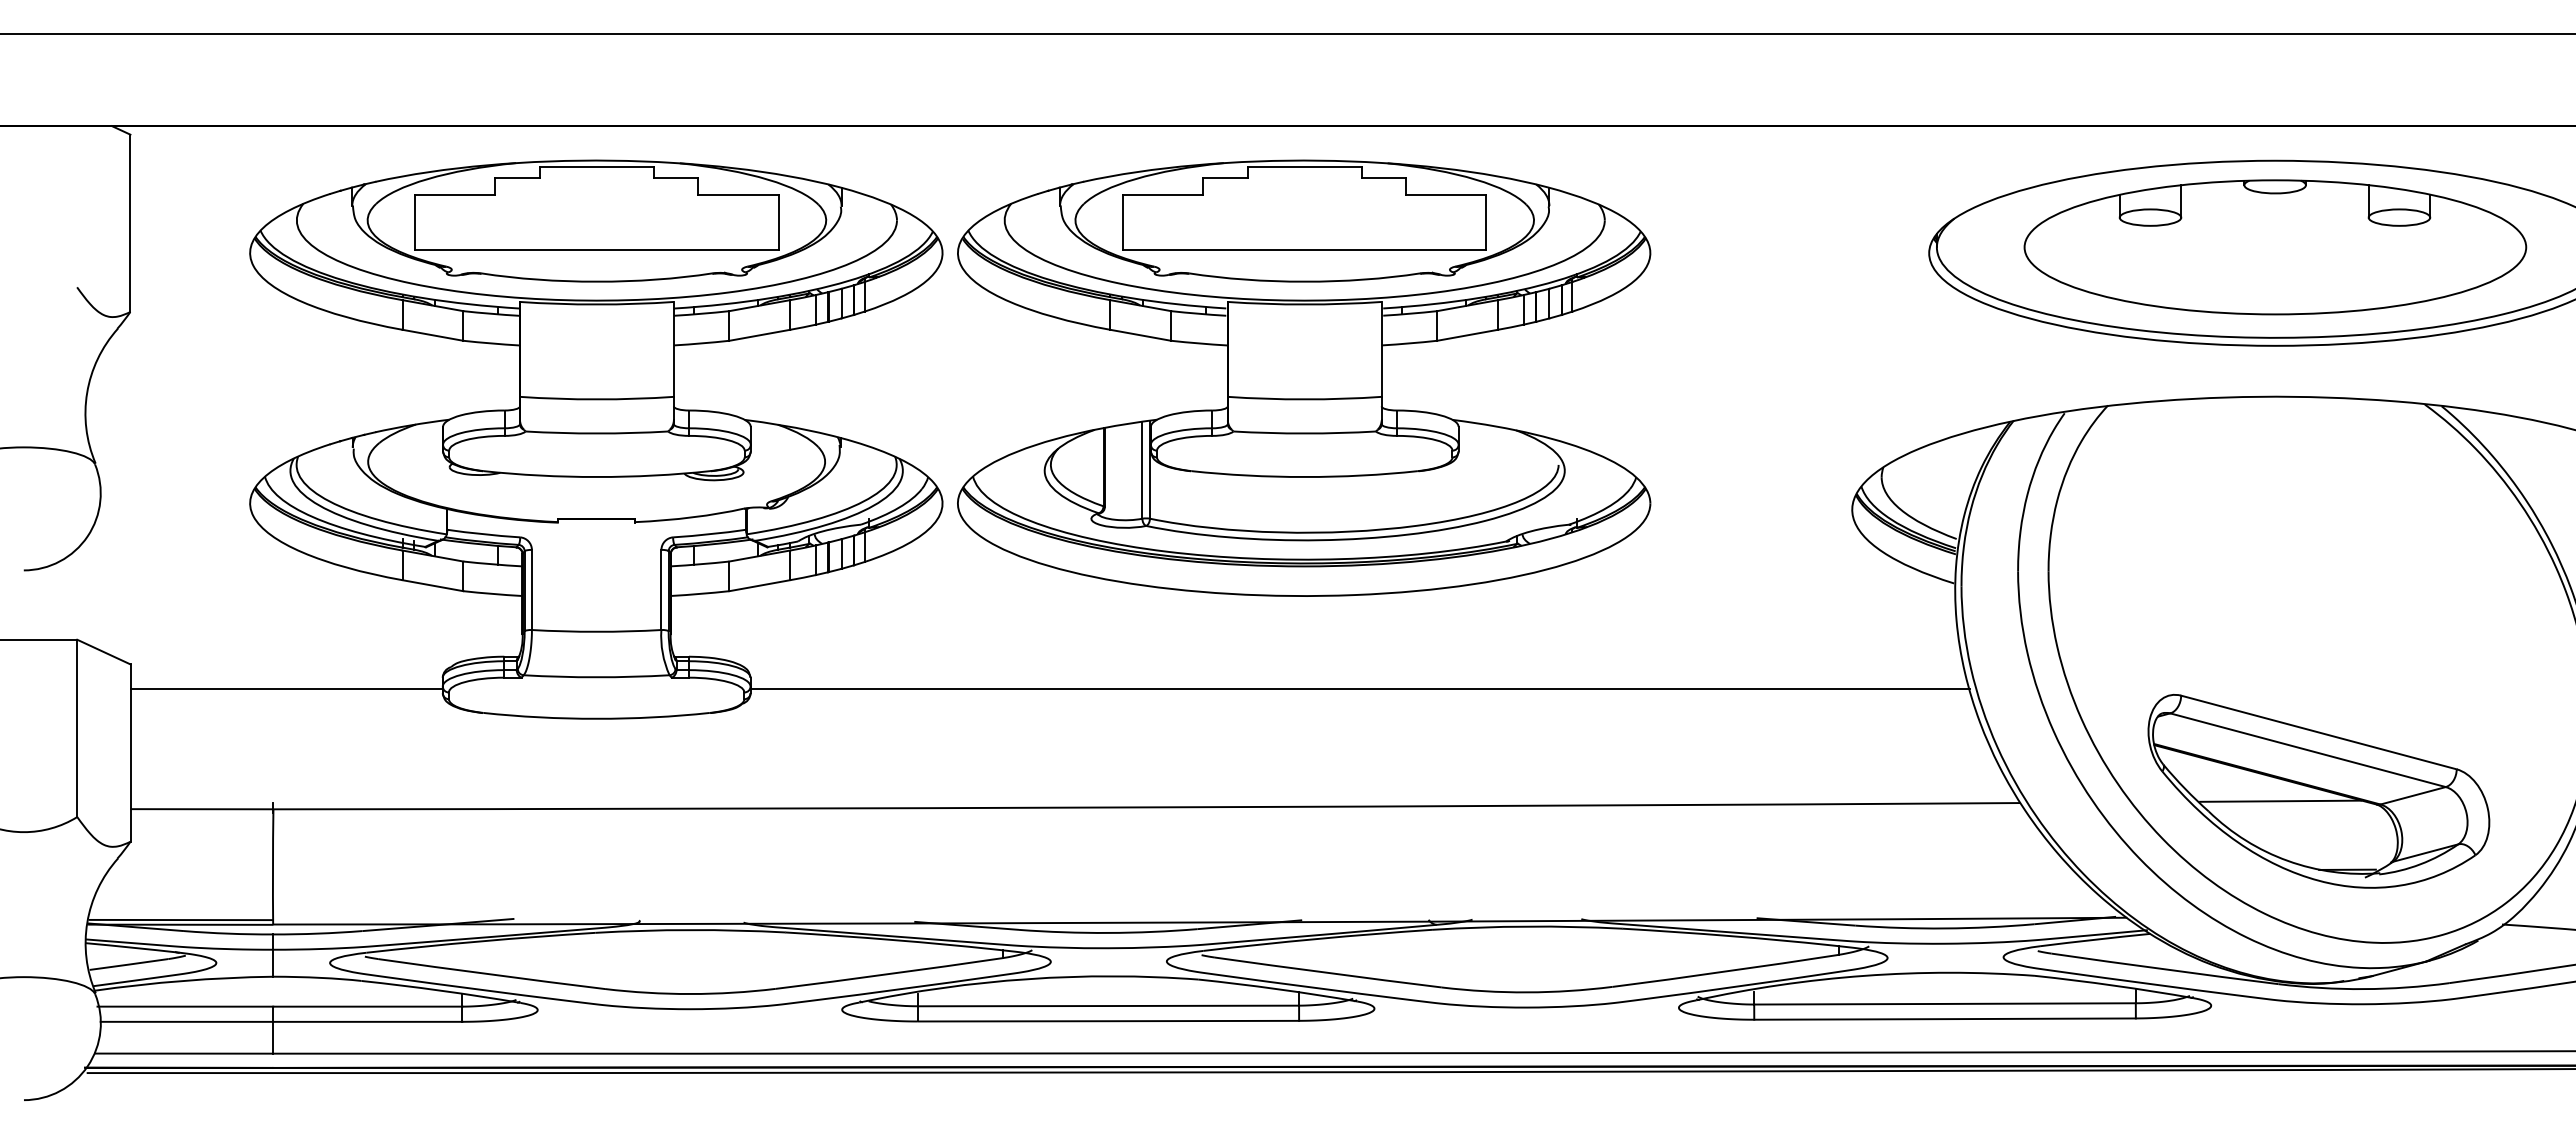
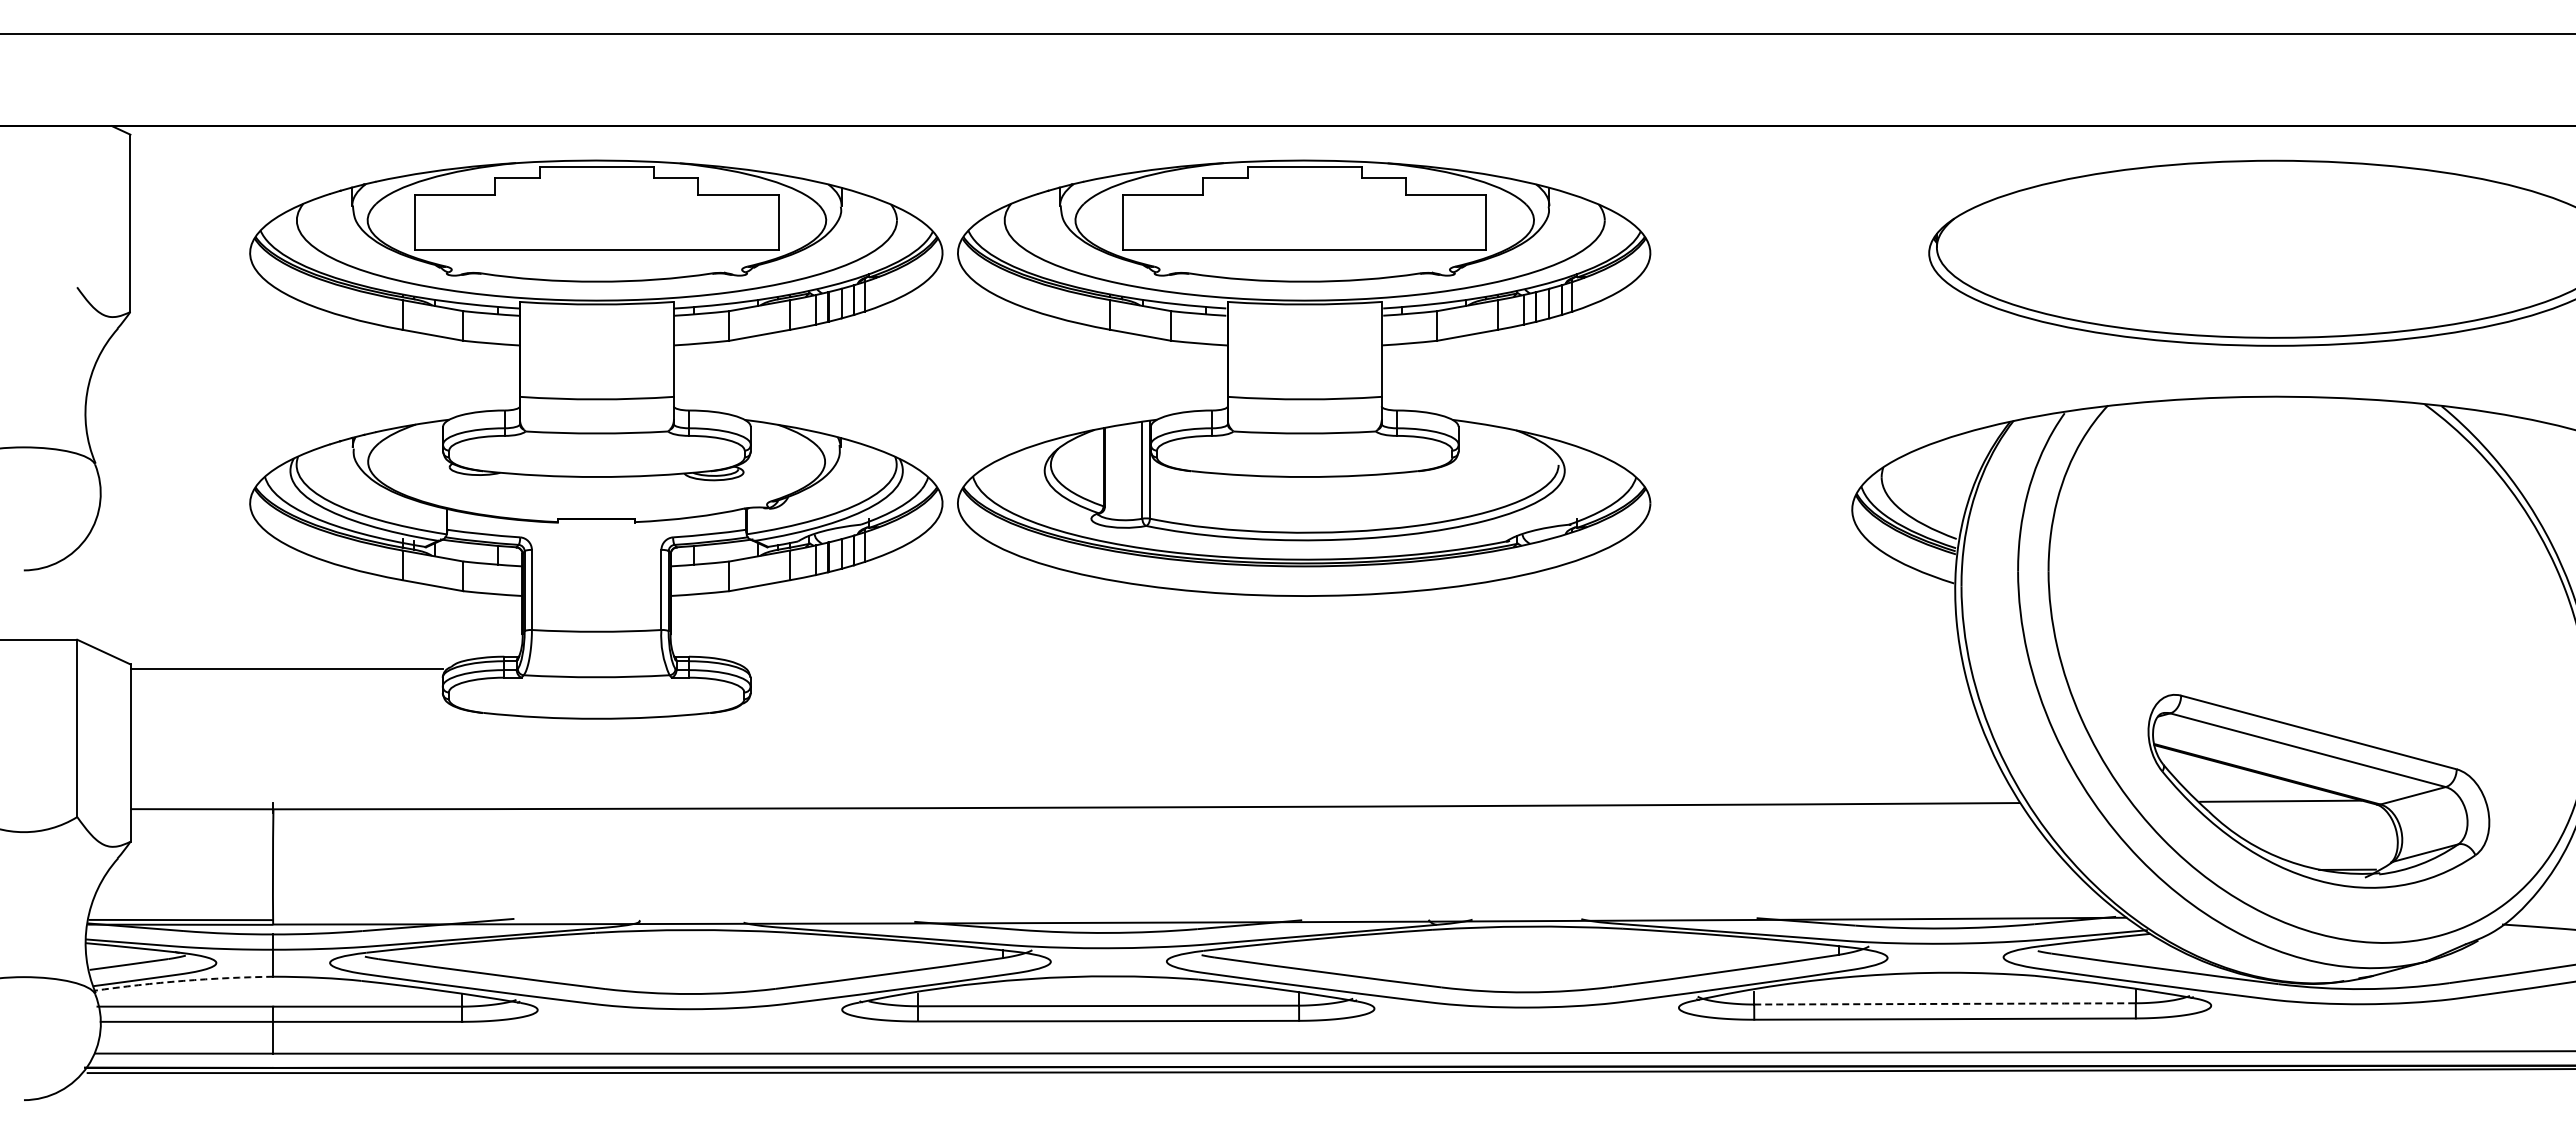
part at (2275, 247): present -> none
line at (286, 689) position: (286, 689) -> (286, 669)
line at (1359, 689): present -> none
arc at (183, 980): solid -> dashed
arc at (1945, 1003): solid -> dashed
